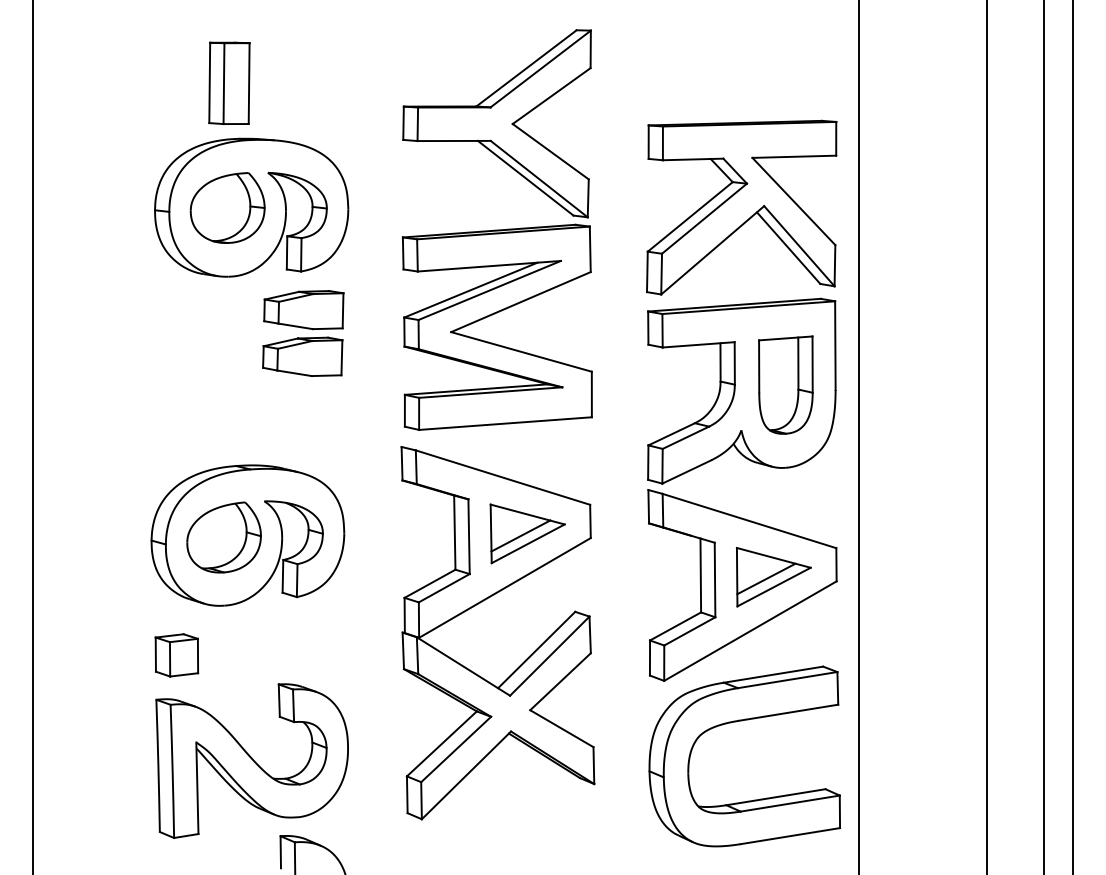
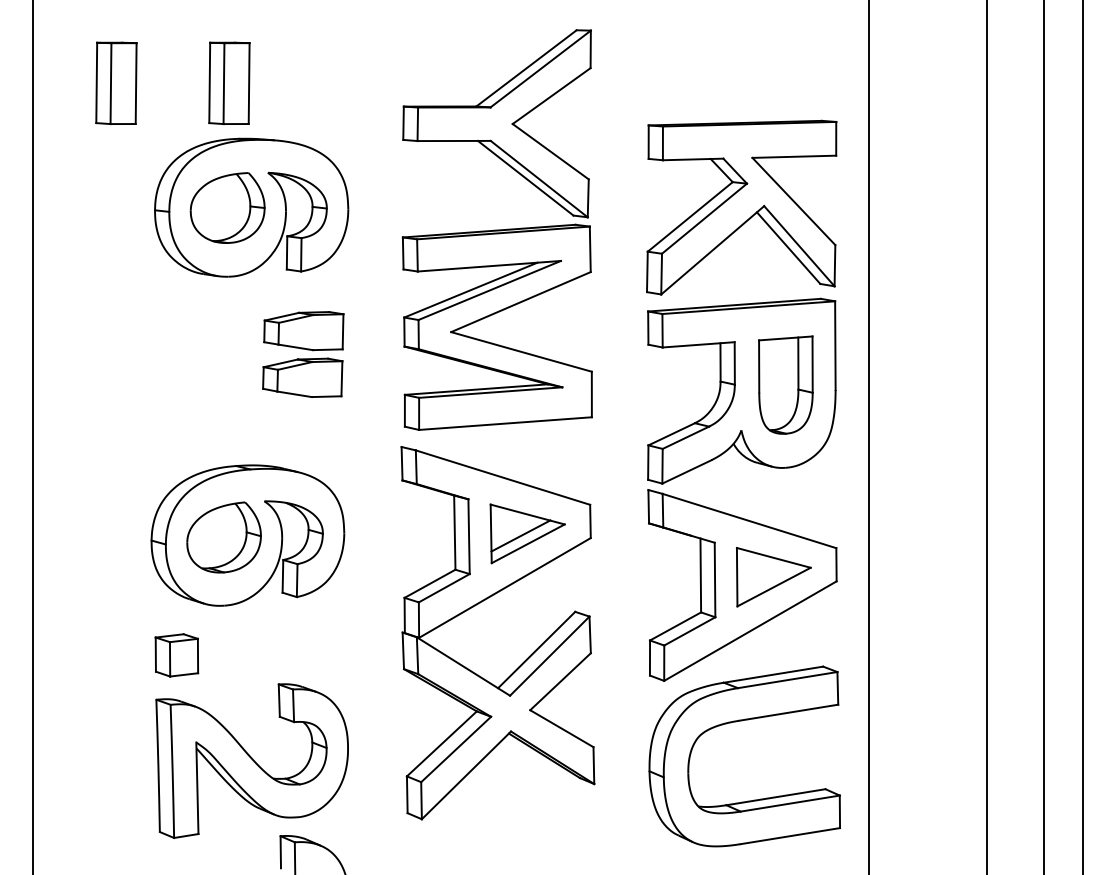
part at (116, 82): none -> present
part at (303, 333) position: (303, 333) -> (303, 354)
line at (859, 436) position: (859, 436) -> (869, 436)
line at (1072, 436) position: (1072, 436) -> (1082, 436)
line at (766, 578): present -> none
